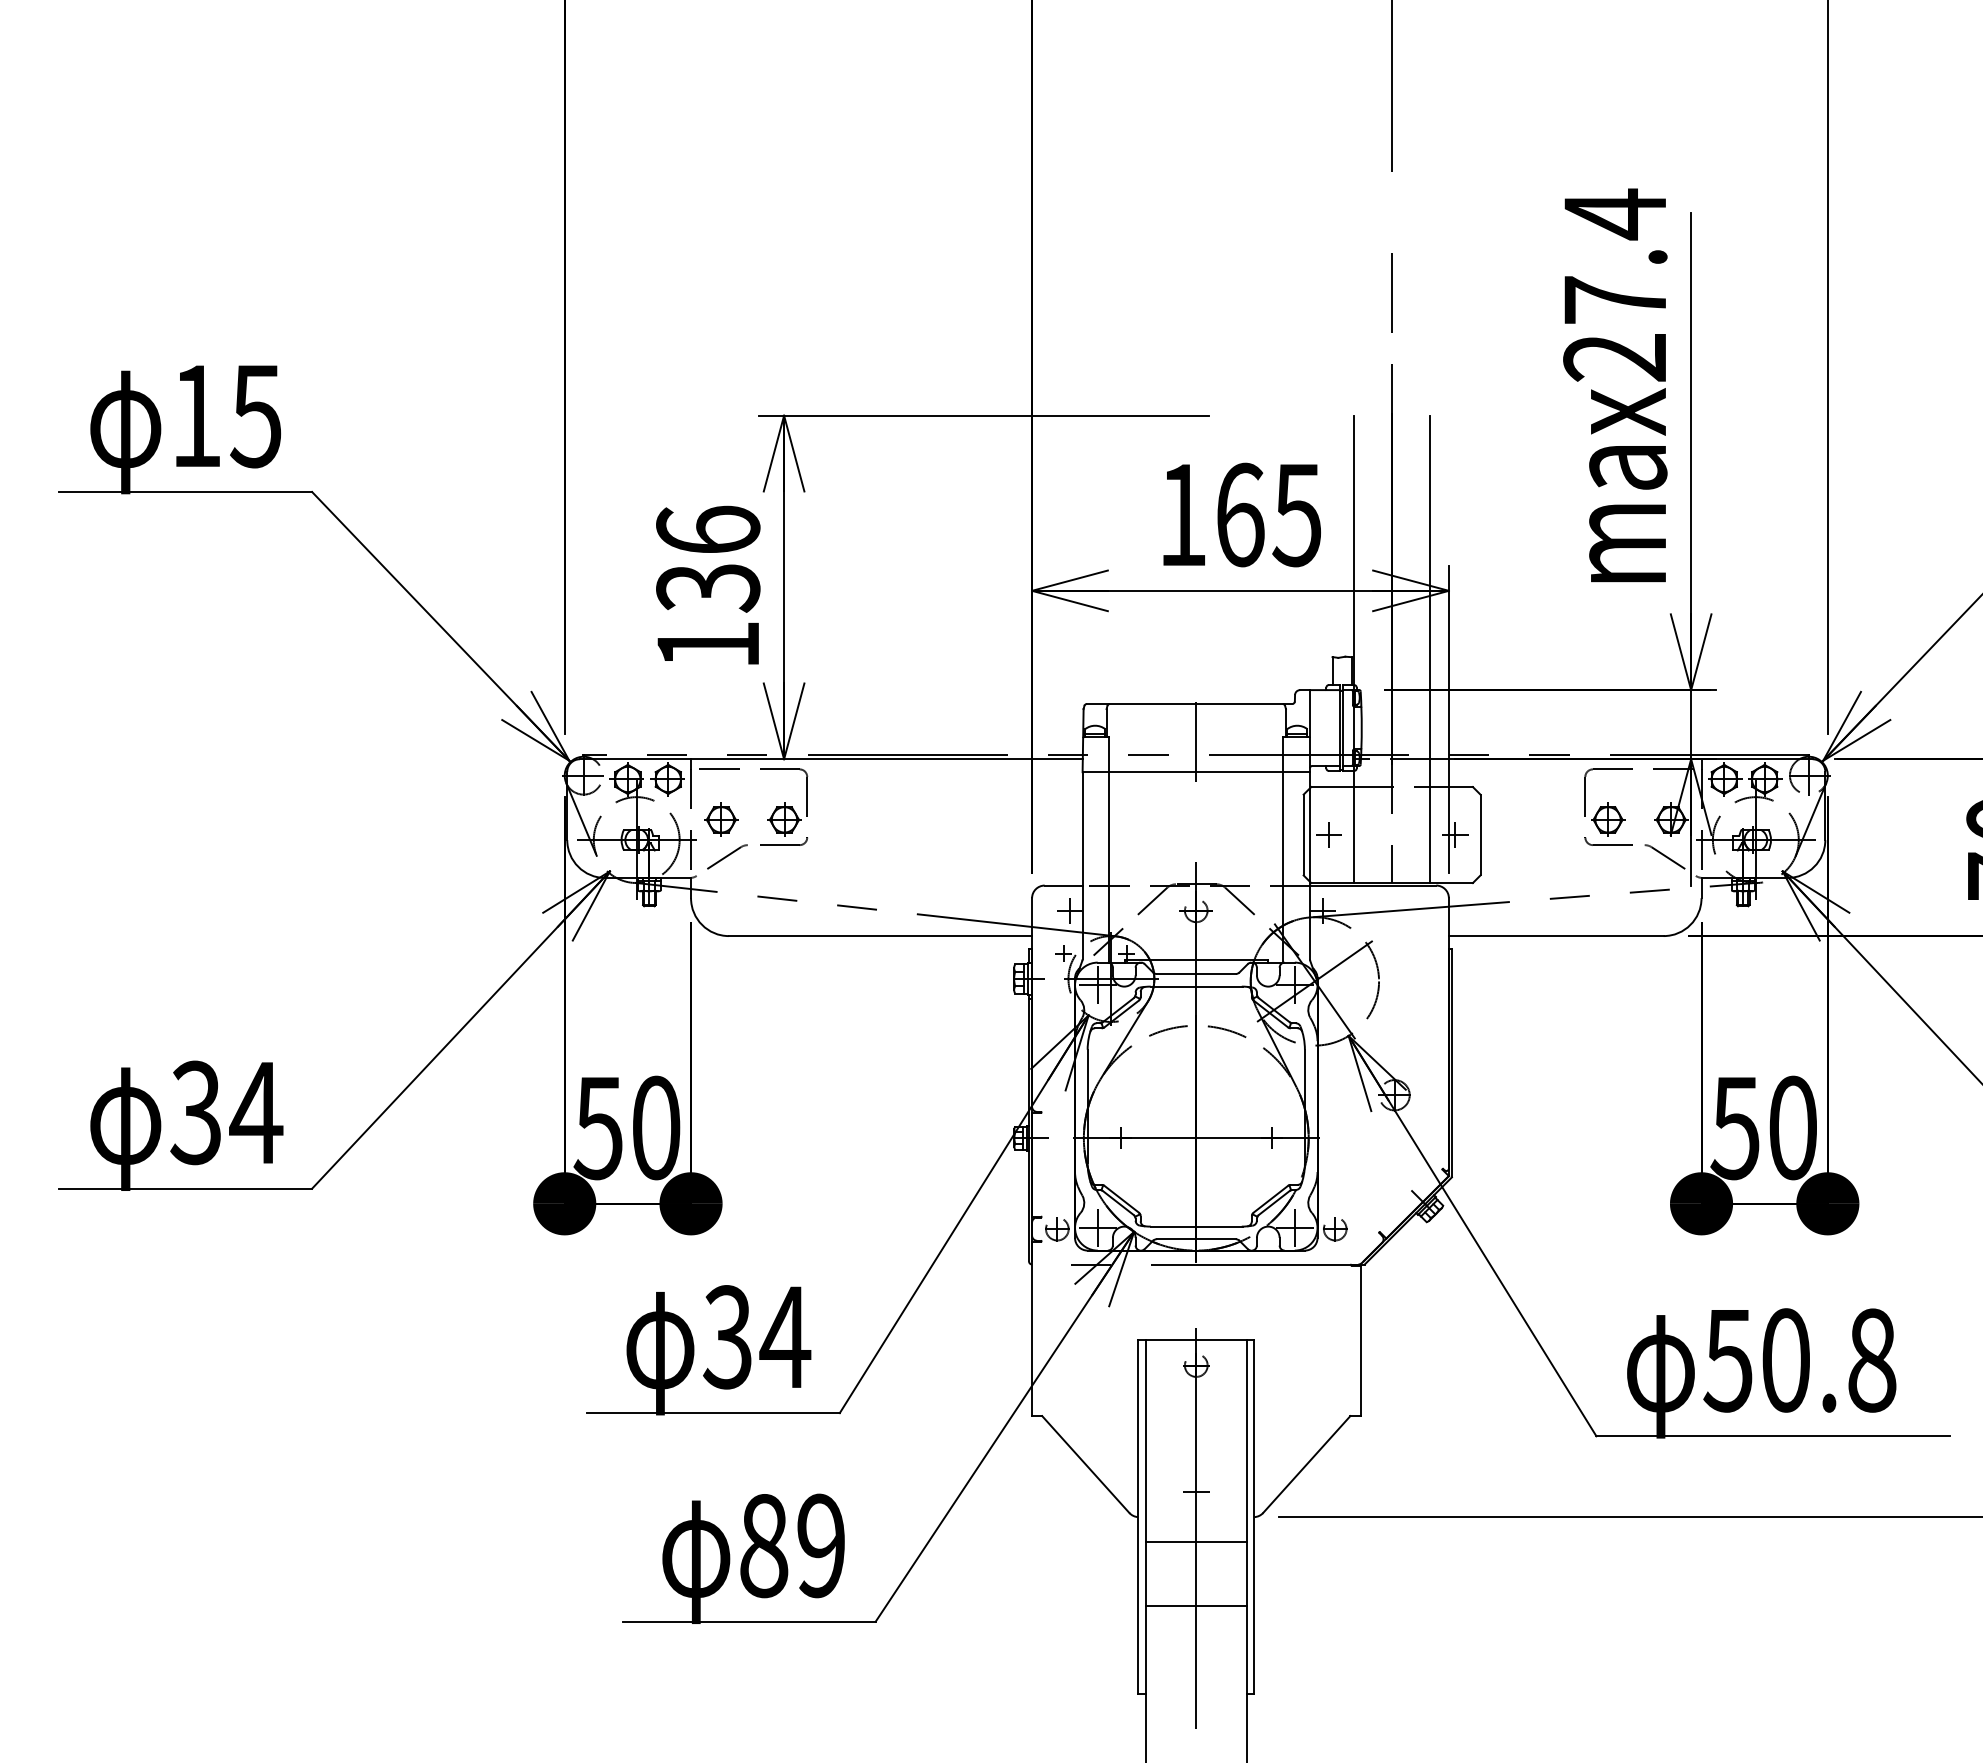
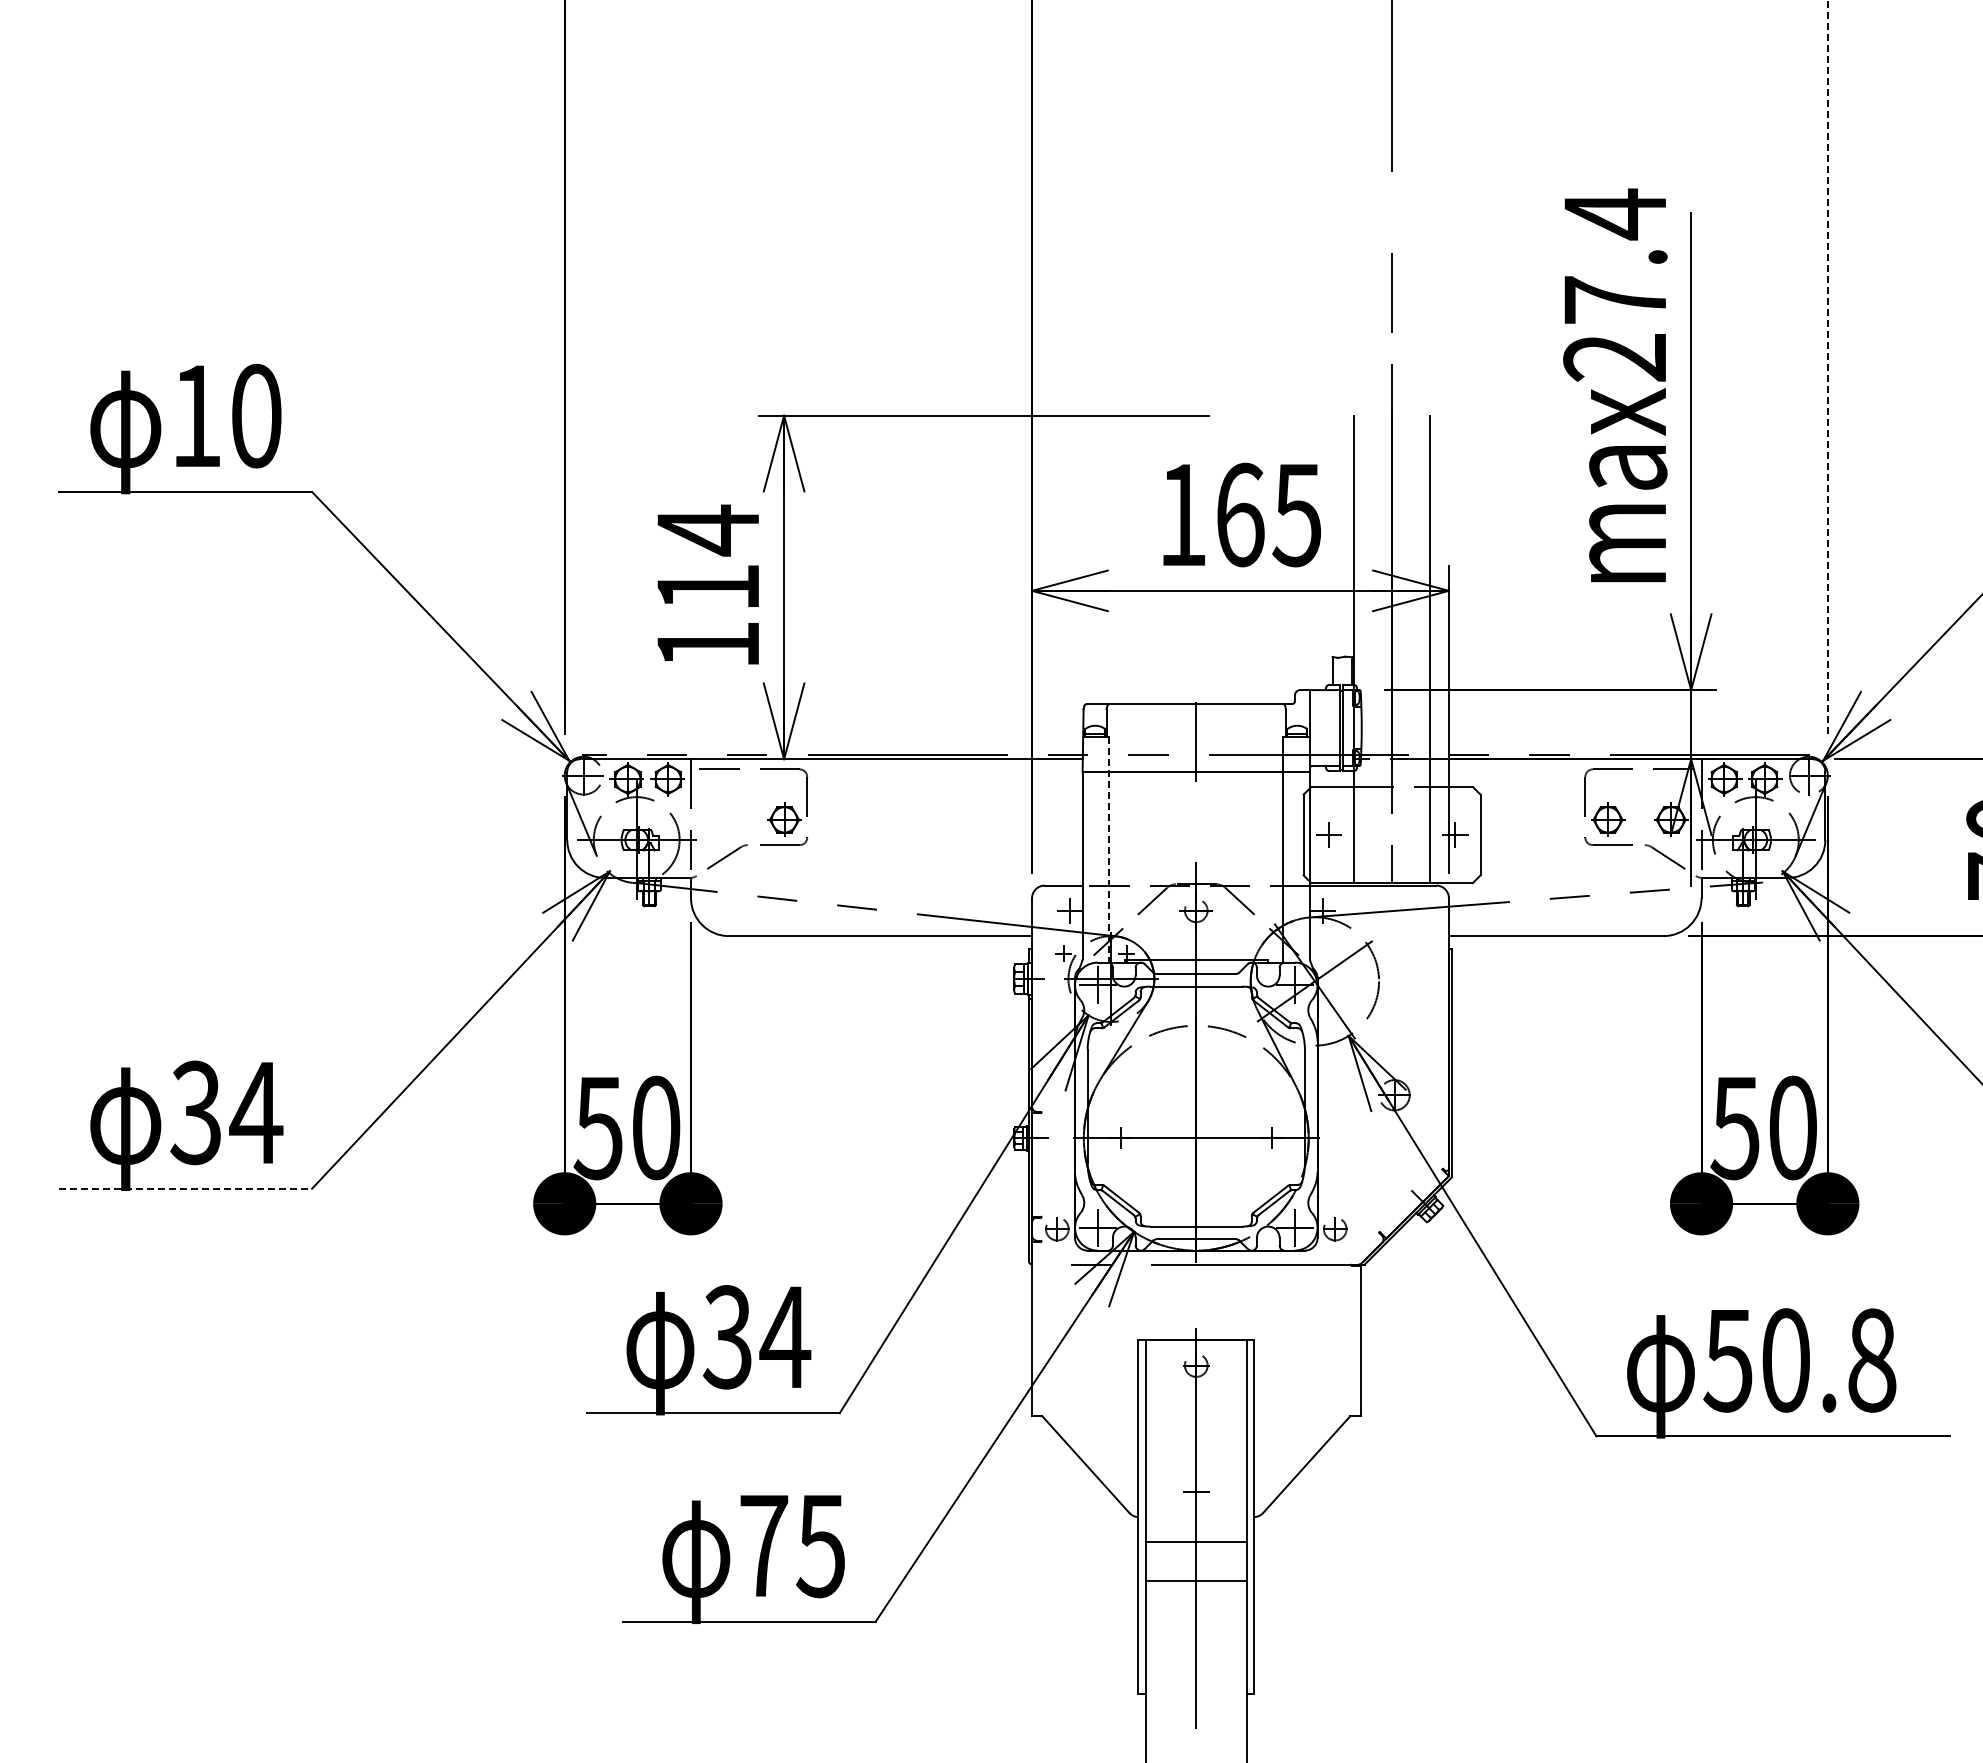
line at (1827, 367): solid -> dashed
text at (255, 415): 15 -> 10
text at (708, 558): 136 -> 114
part at (721, 819): present -> none
line at (1109, 849): solid -> dashed
line at (186, 1188): solid -> dashed
line at (1629, 1517): present -> none
text at (792, 1545): 89 -> 75
line at (1195, 1605) position: (1195, 1605) -> (1195, 1580)
